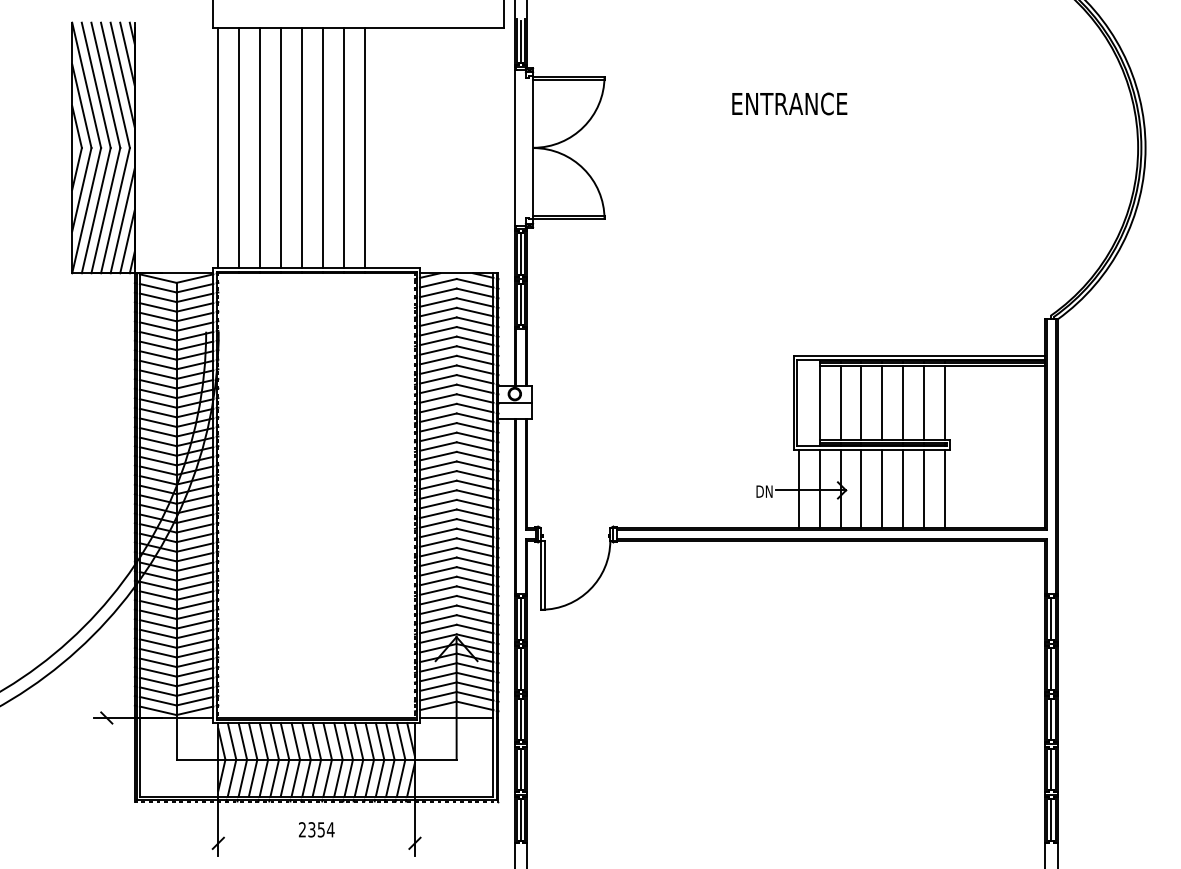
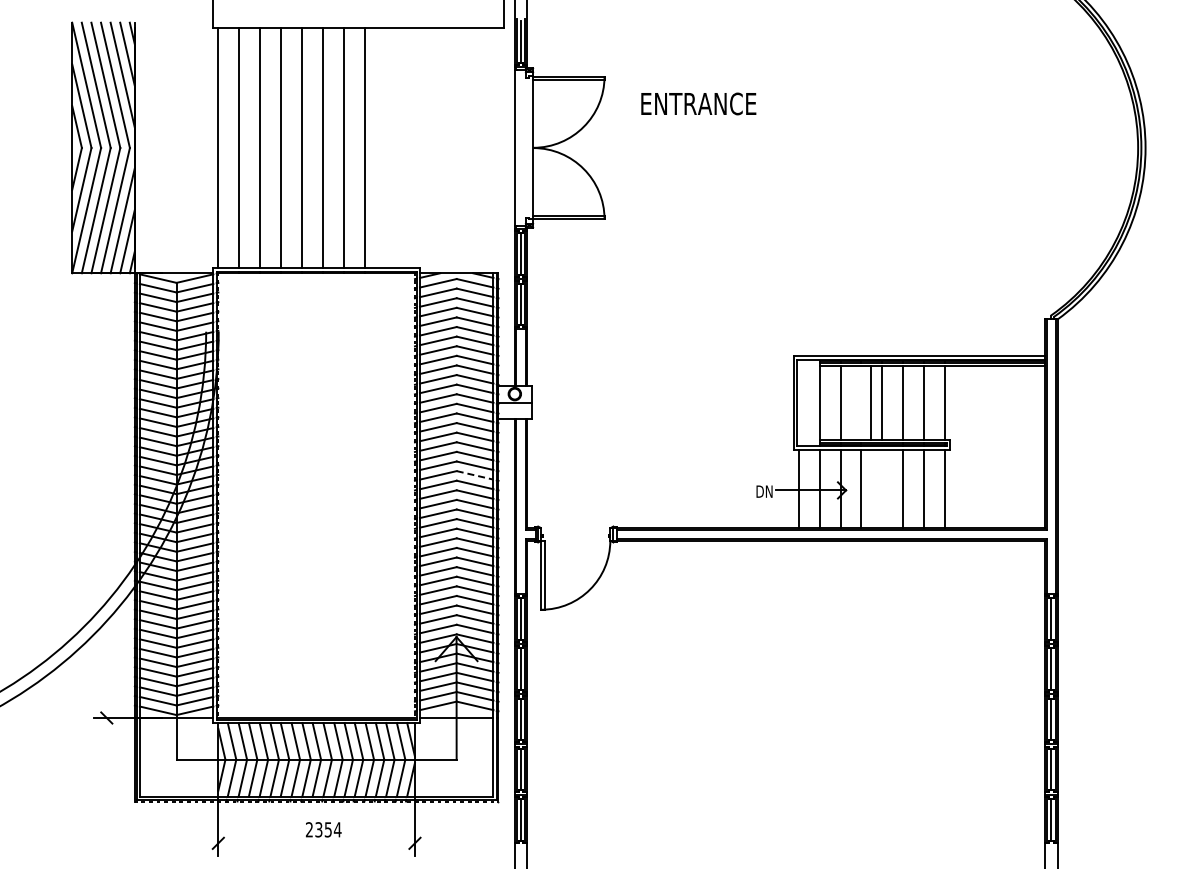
text at (789, 103) position: (789, 103) -> (698, 103)
line at (861, 402) position: (861, 402) -> (871, 402)
line at (475, 475): solid -> dashed
line at (882, 488): present -> none
text at (316, 829) position: (316, 829) -> (323, 829)
